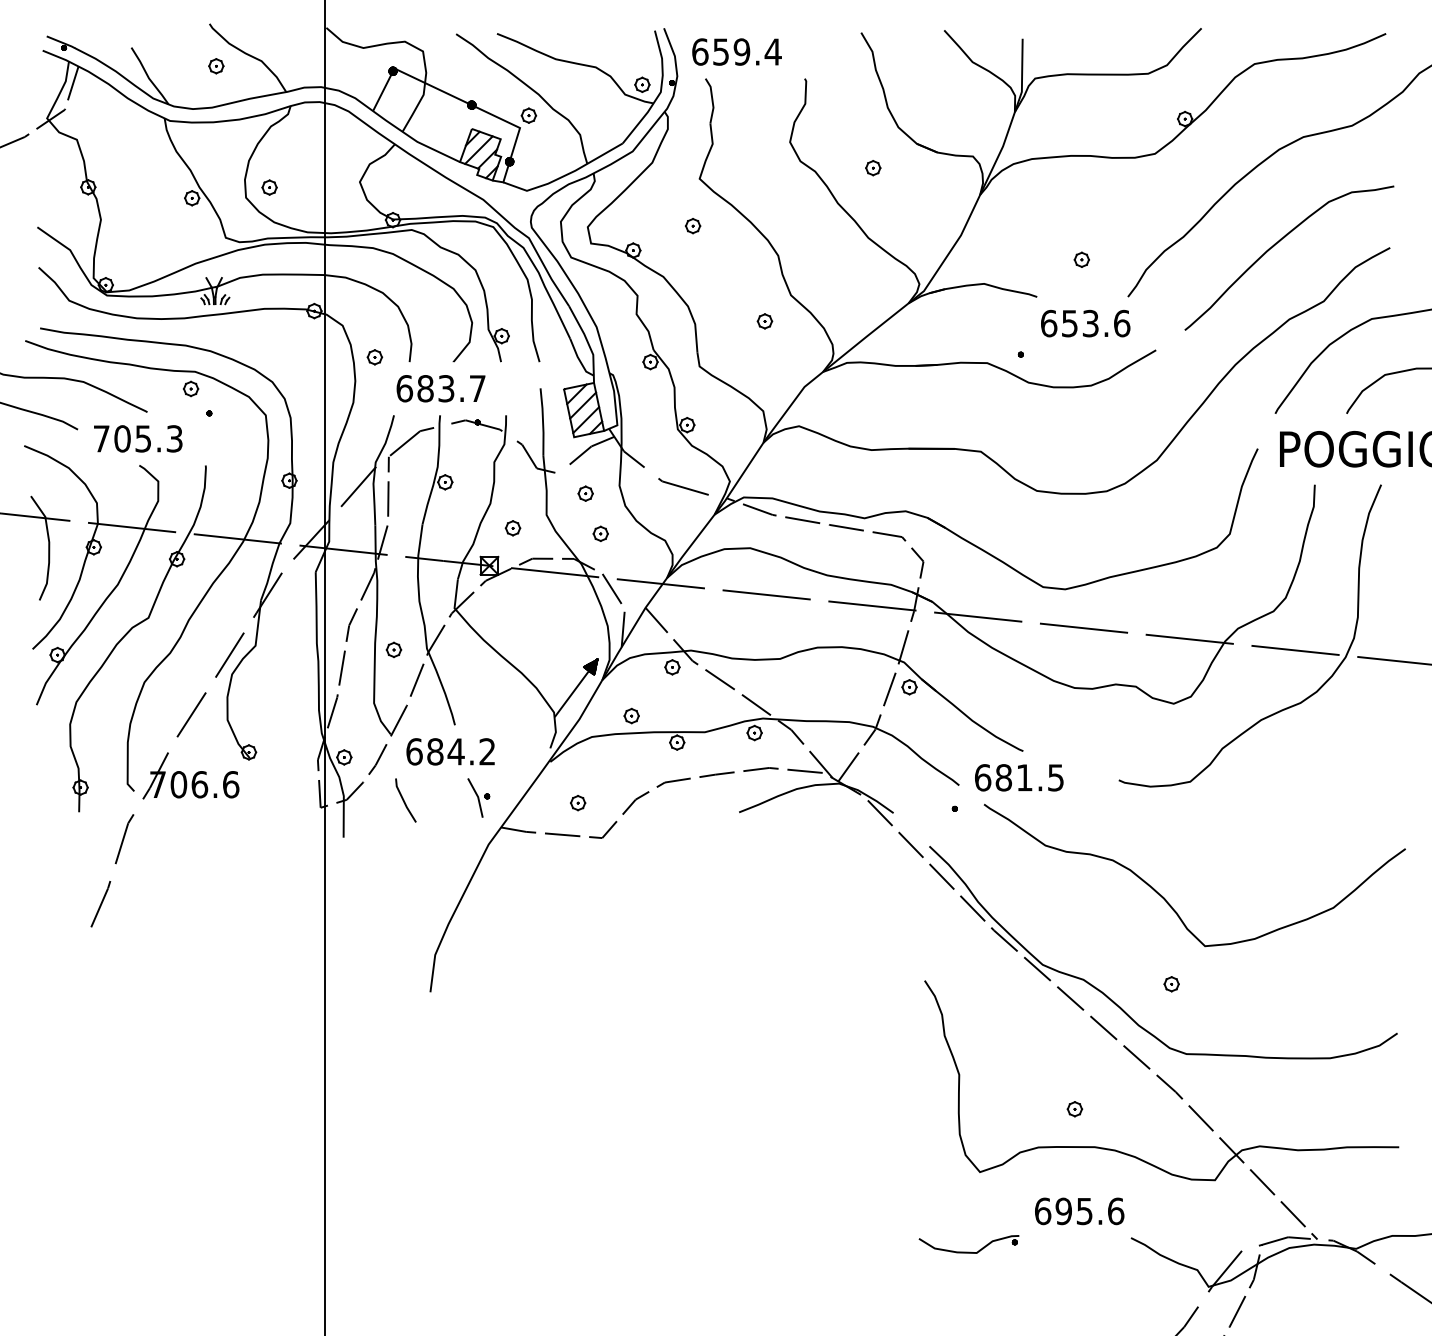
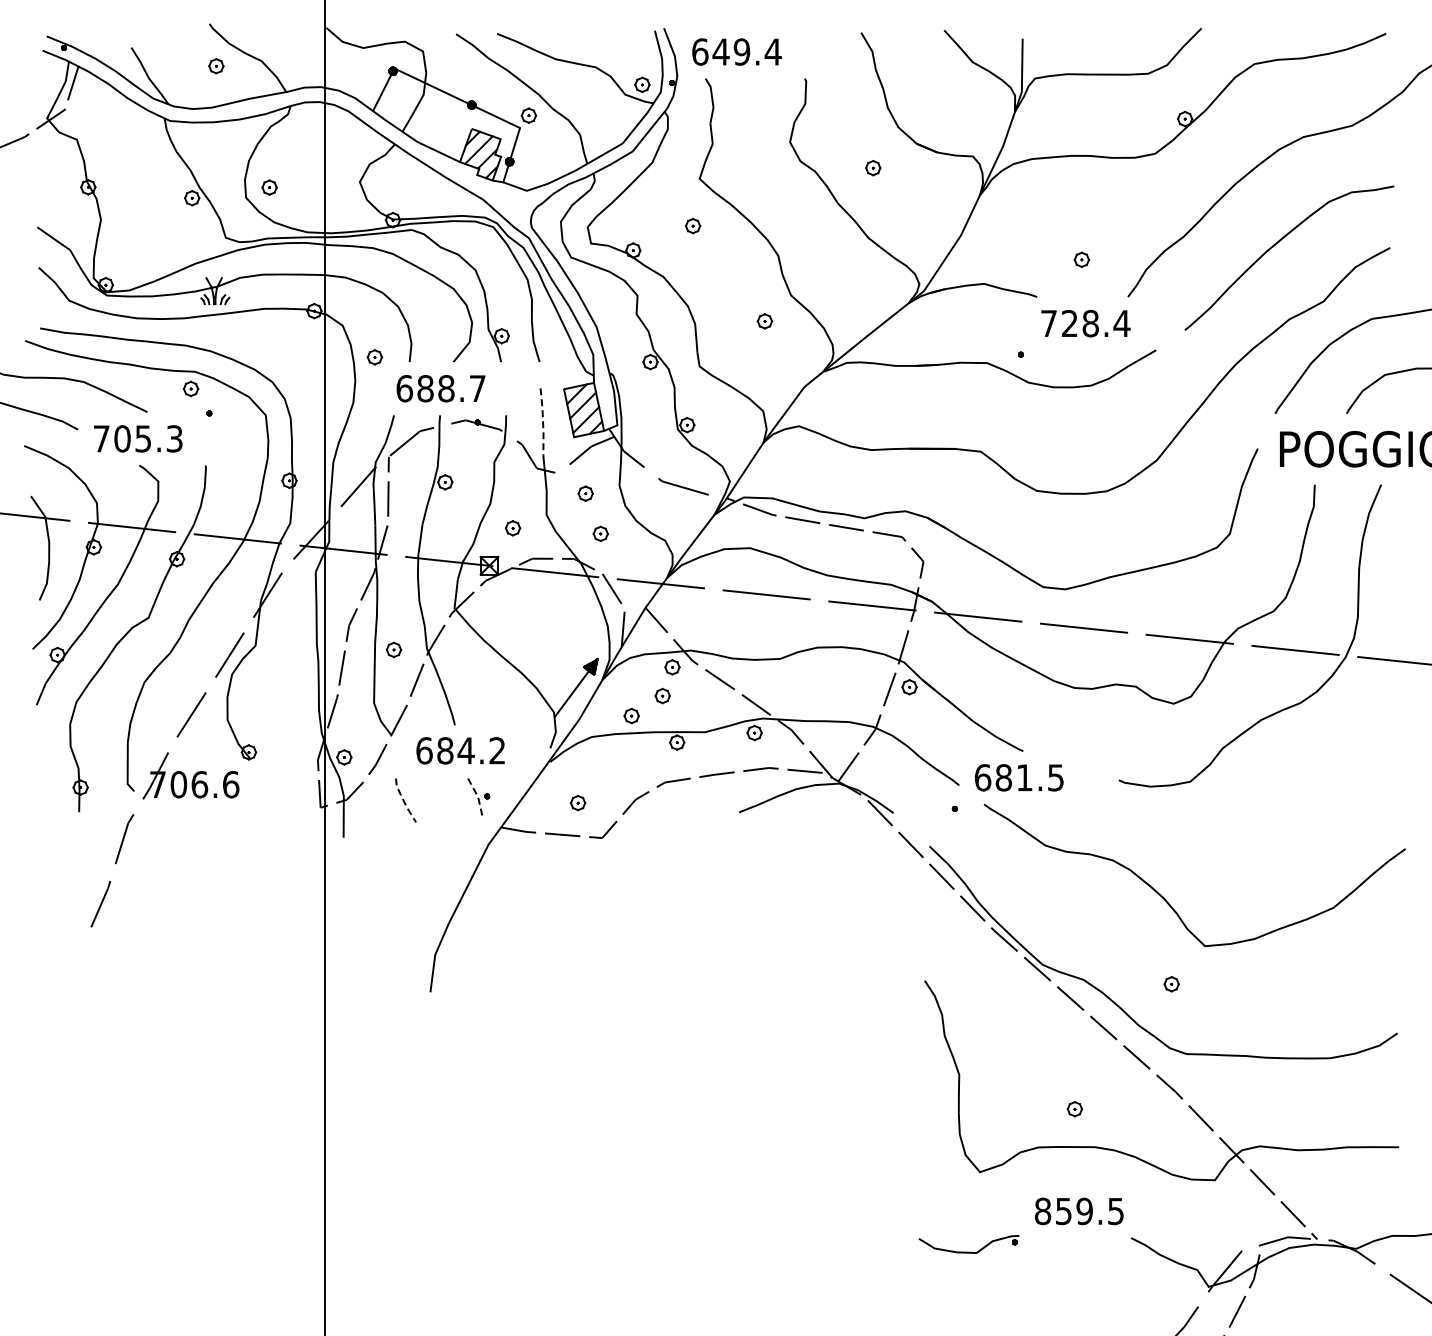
text at (720, 51): 659.4 -> 649.4
text at (1085, 323): 653.6 -> 728.4
text at (446, 388): 683.7 -> 688.7
line at (543, 422): solid -> dashed
part at (662, 695): none -> present
text at (450, 751) position: (450, 751) -> (460, 750)
line at (478, 797): solid -> dashed
line at (403, 801): solid -> dashed
text at (1079, 1211): 695.6 -> 859.5
